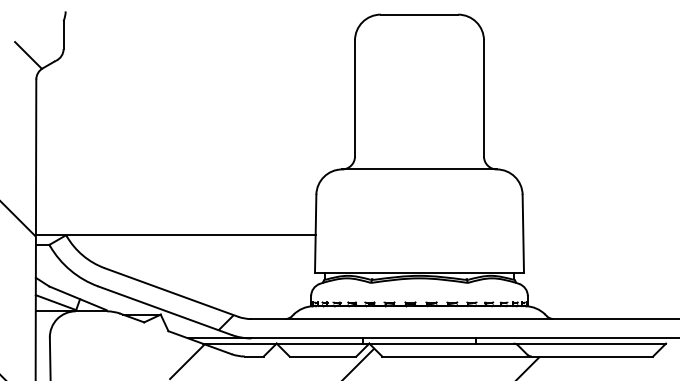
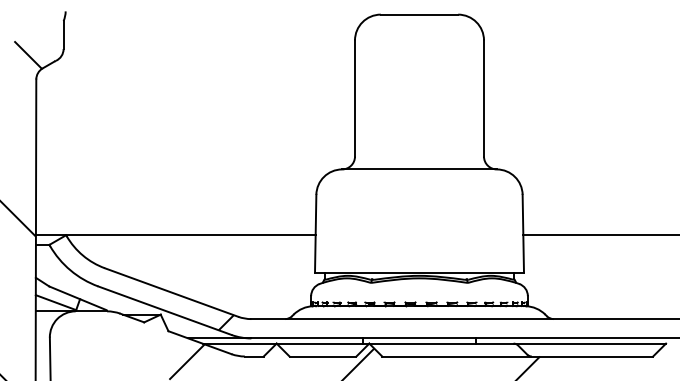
line at (599, 235): none -> present
